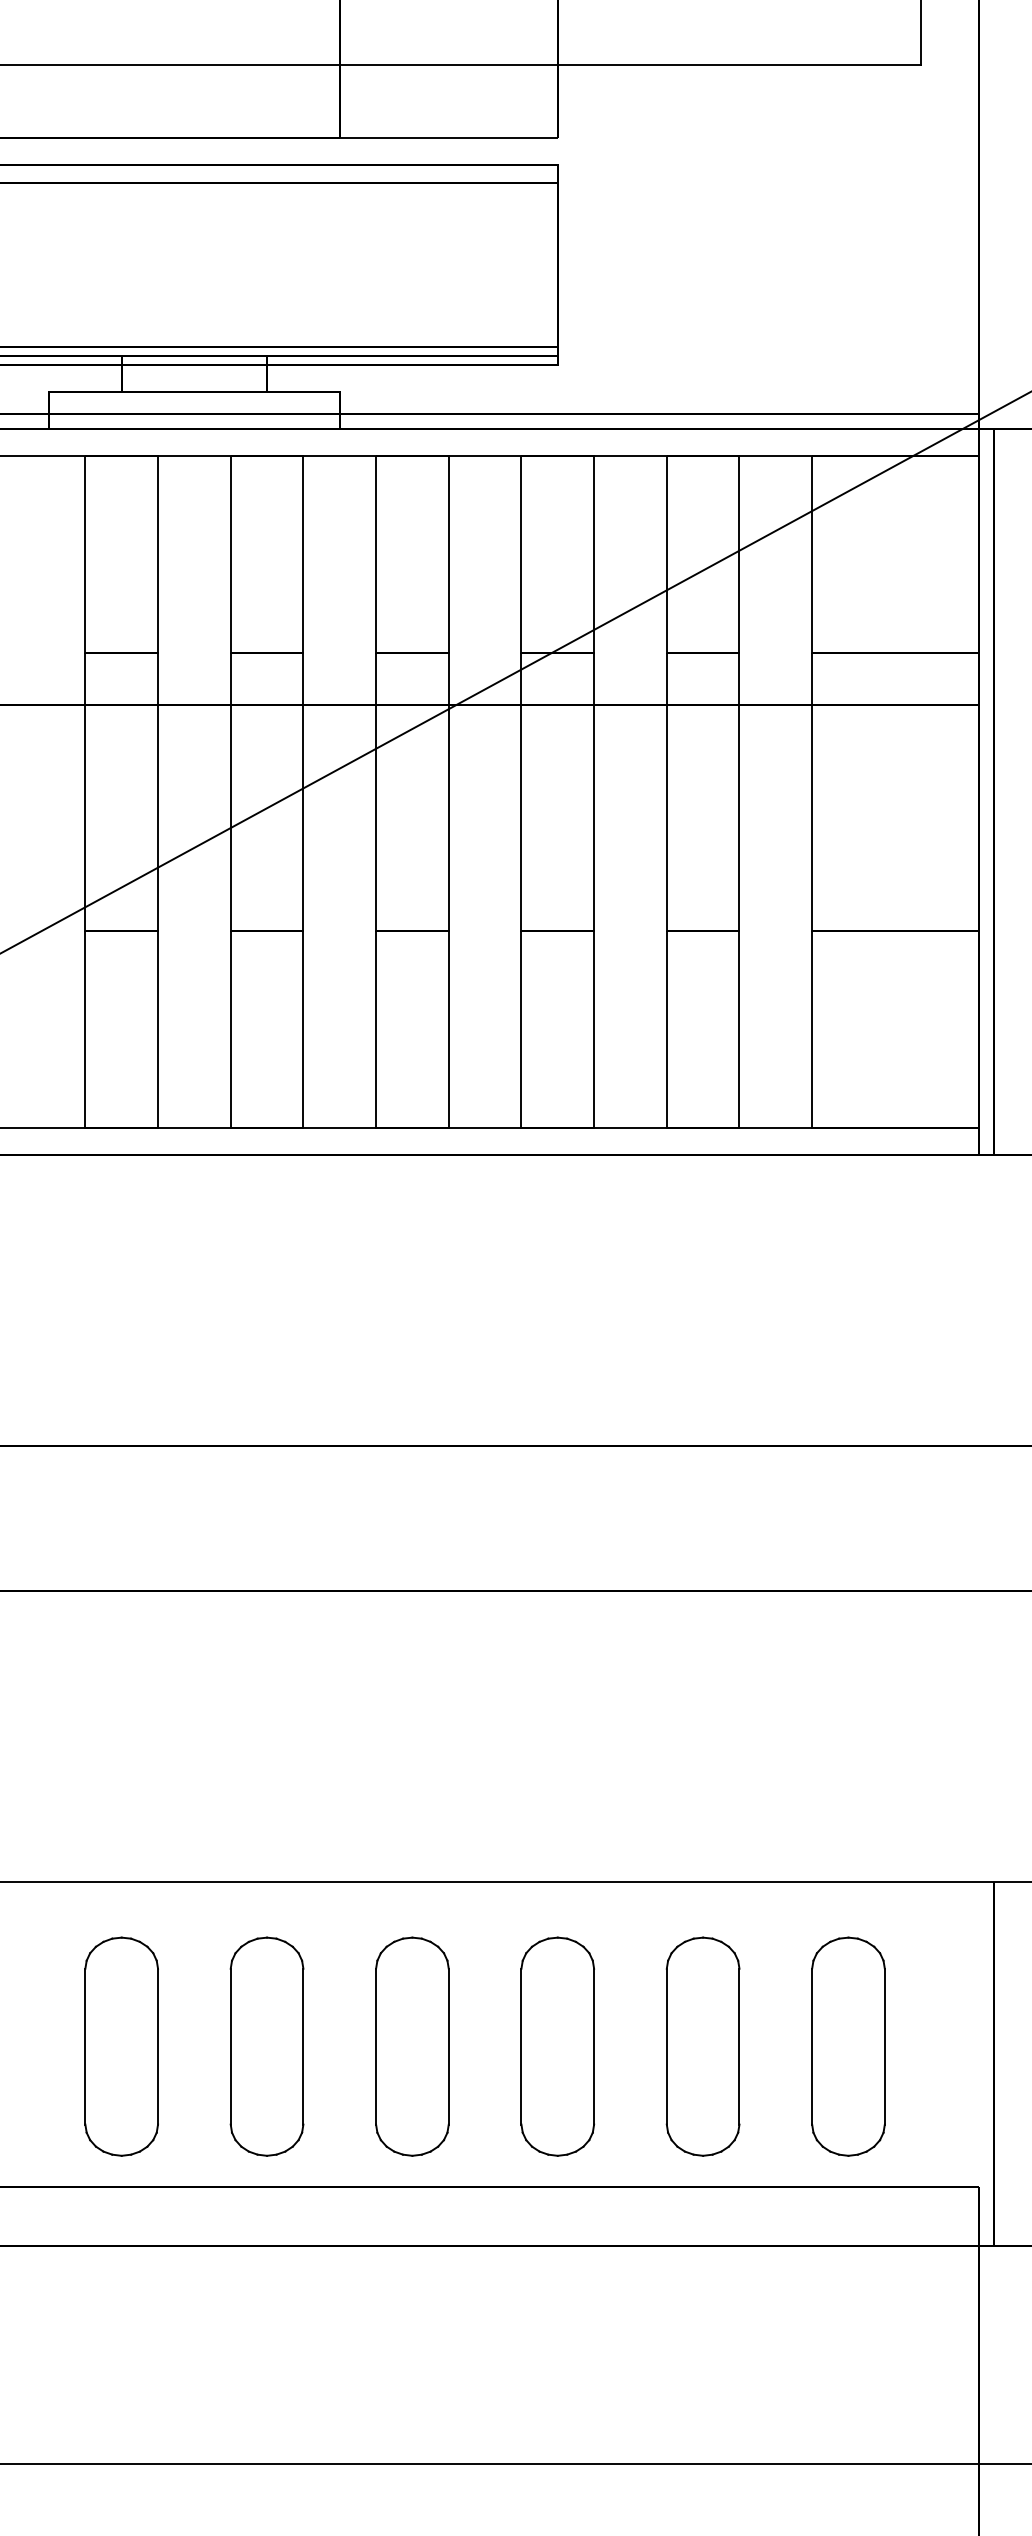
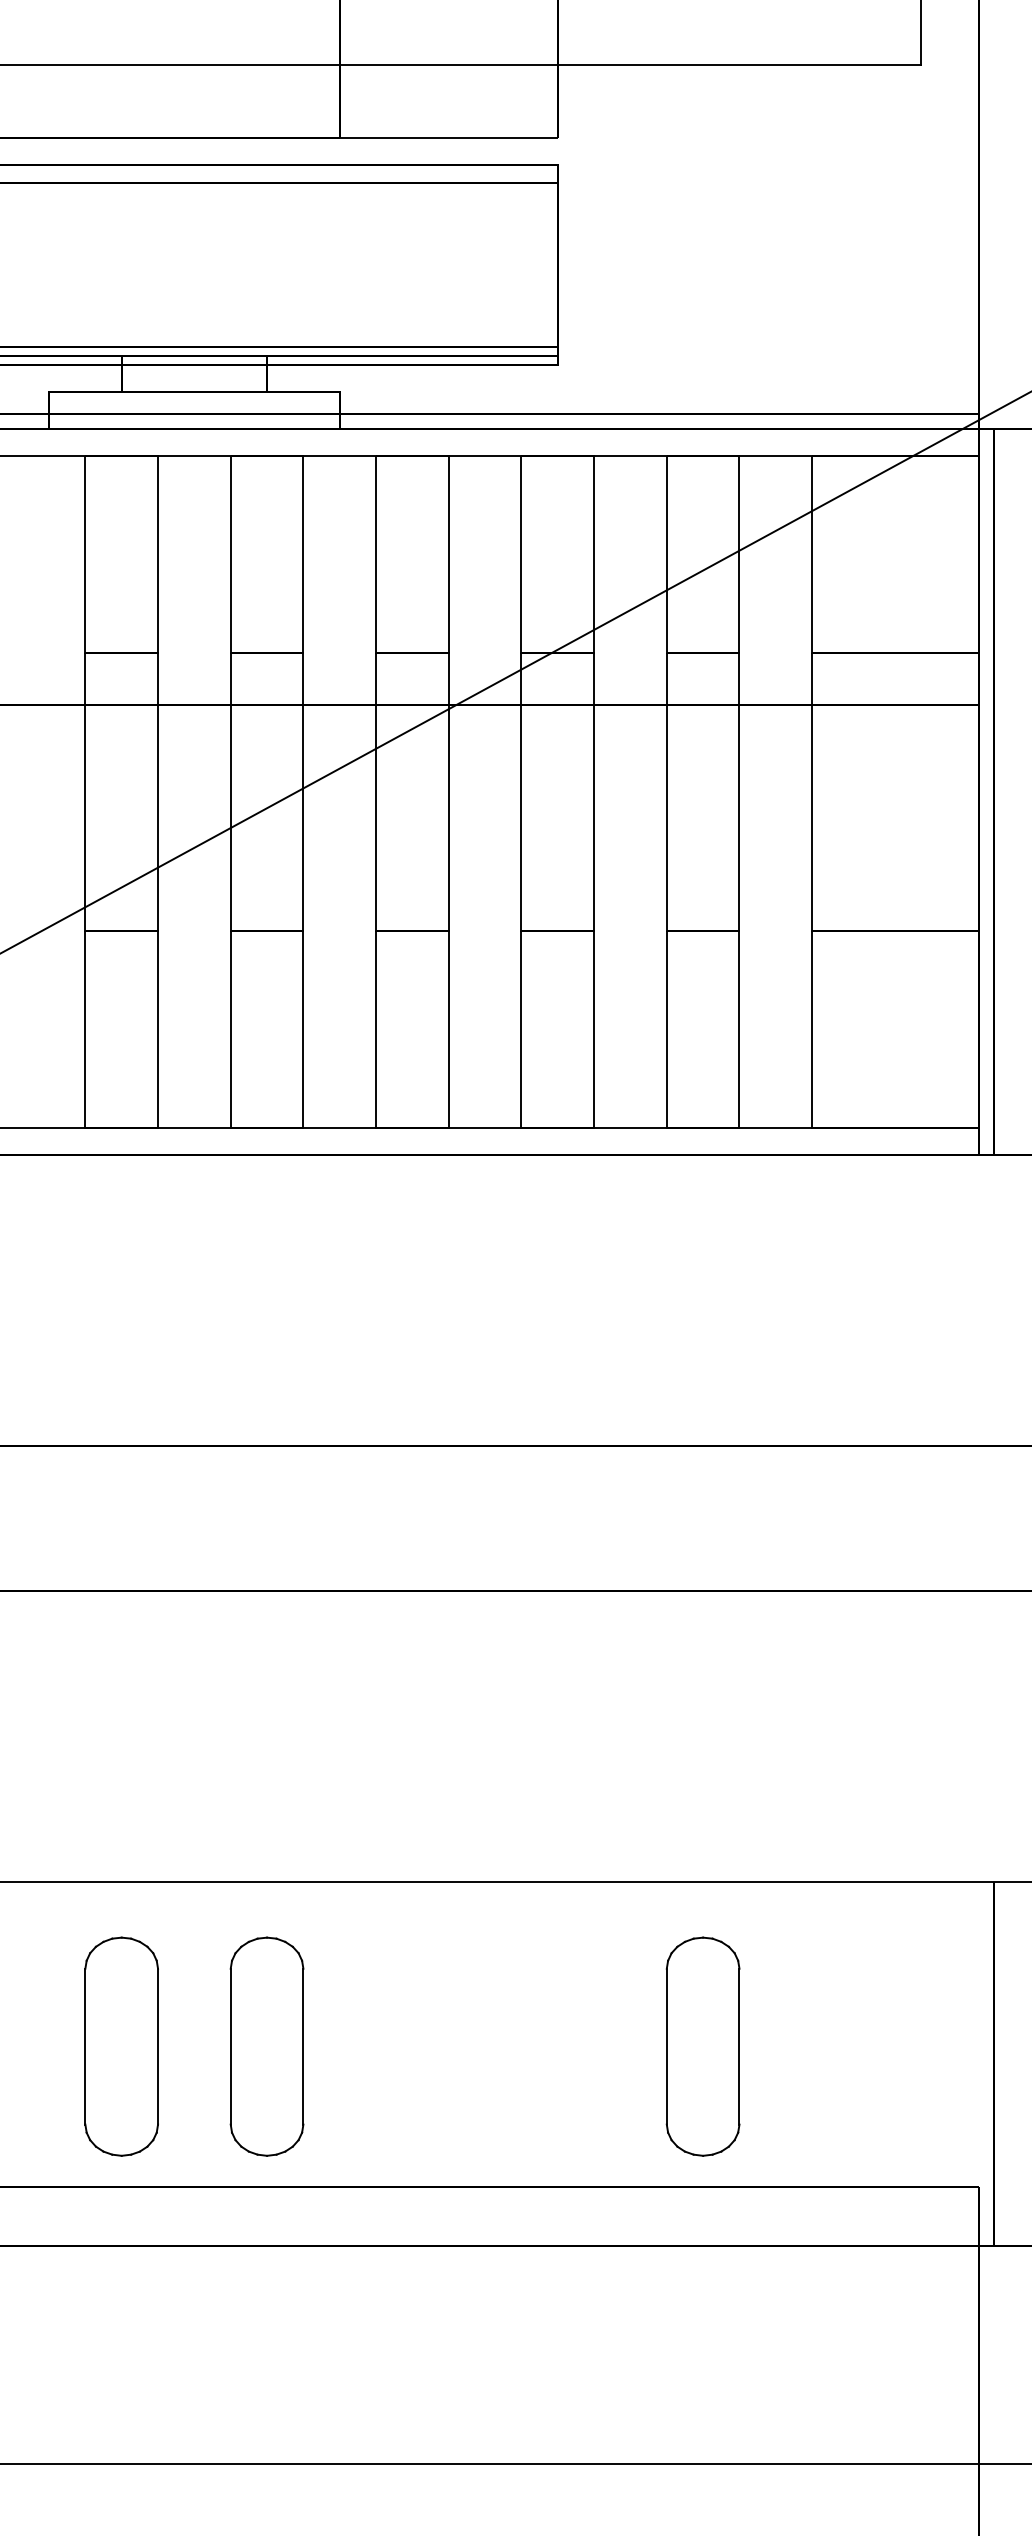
part at (412, 2046): present -> none
part at (557, 2046): present -> none
part at (848, 2046): present -> none
